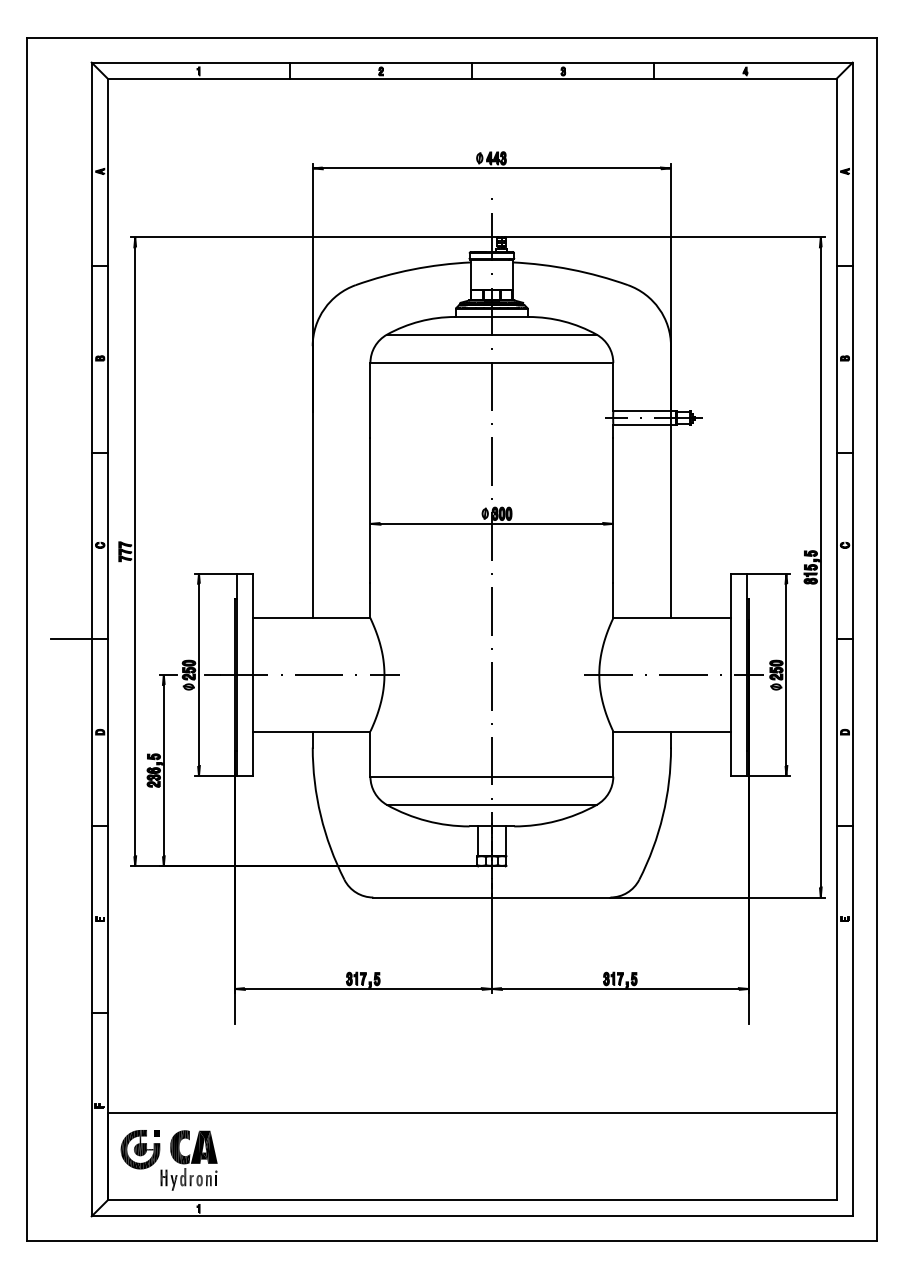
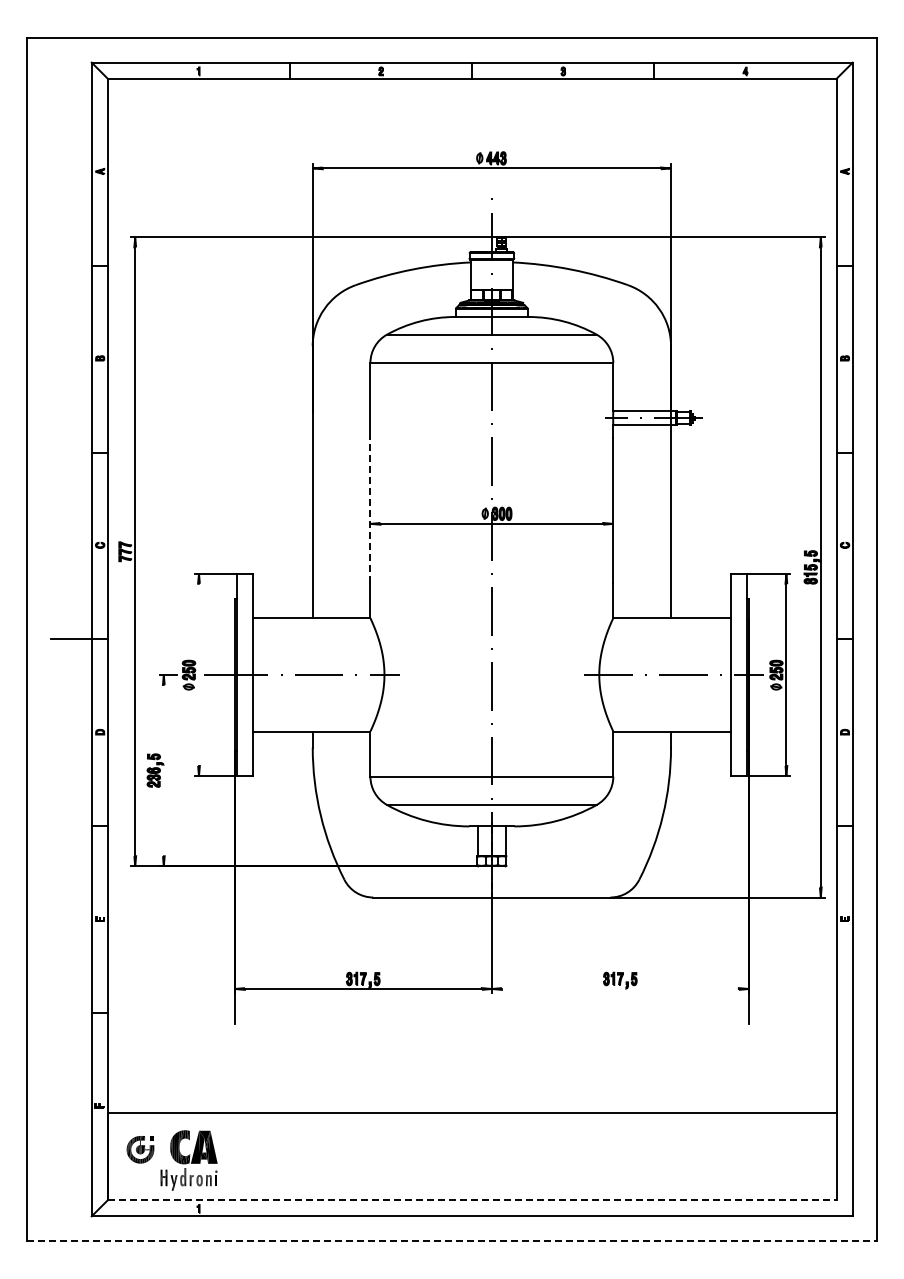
line at (370, 510): solid -> dashed
line at (198, 674): present -> none
line at (163, 770): present -> none
line at (619, 989): present -> none
part at (140, 1149) size: 41x40 px -> 29x28 px
line at (472, 1200): solid -> dashed
line at (452, 1240): solid -> dashed
